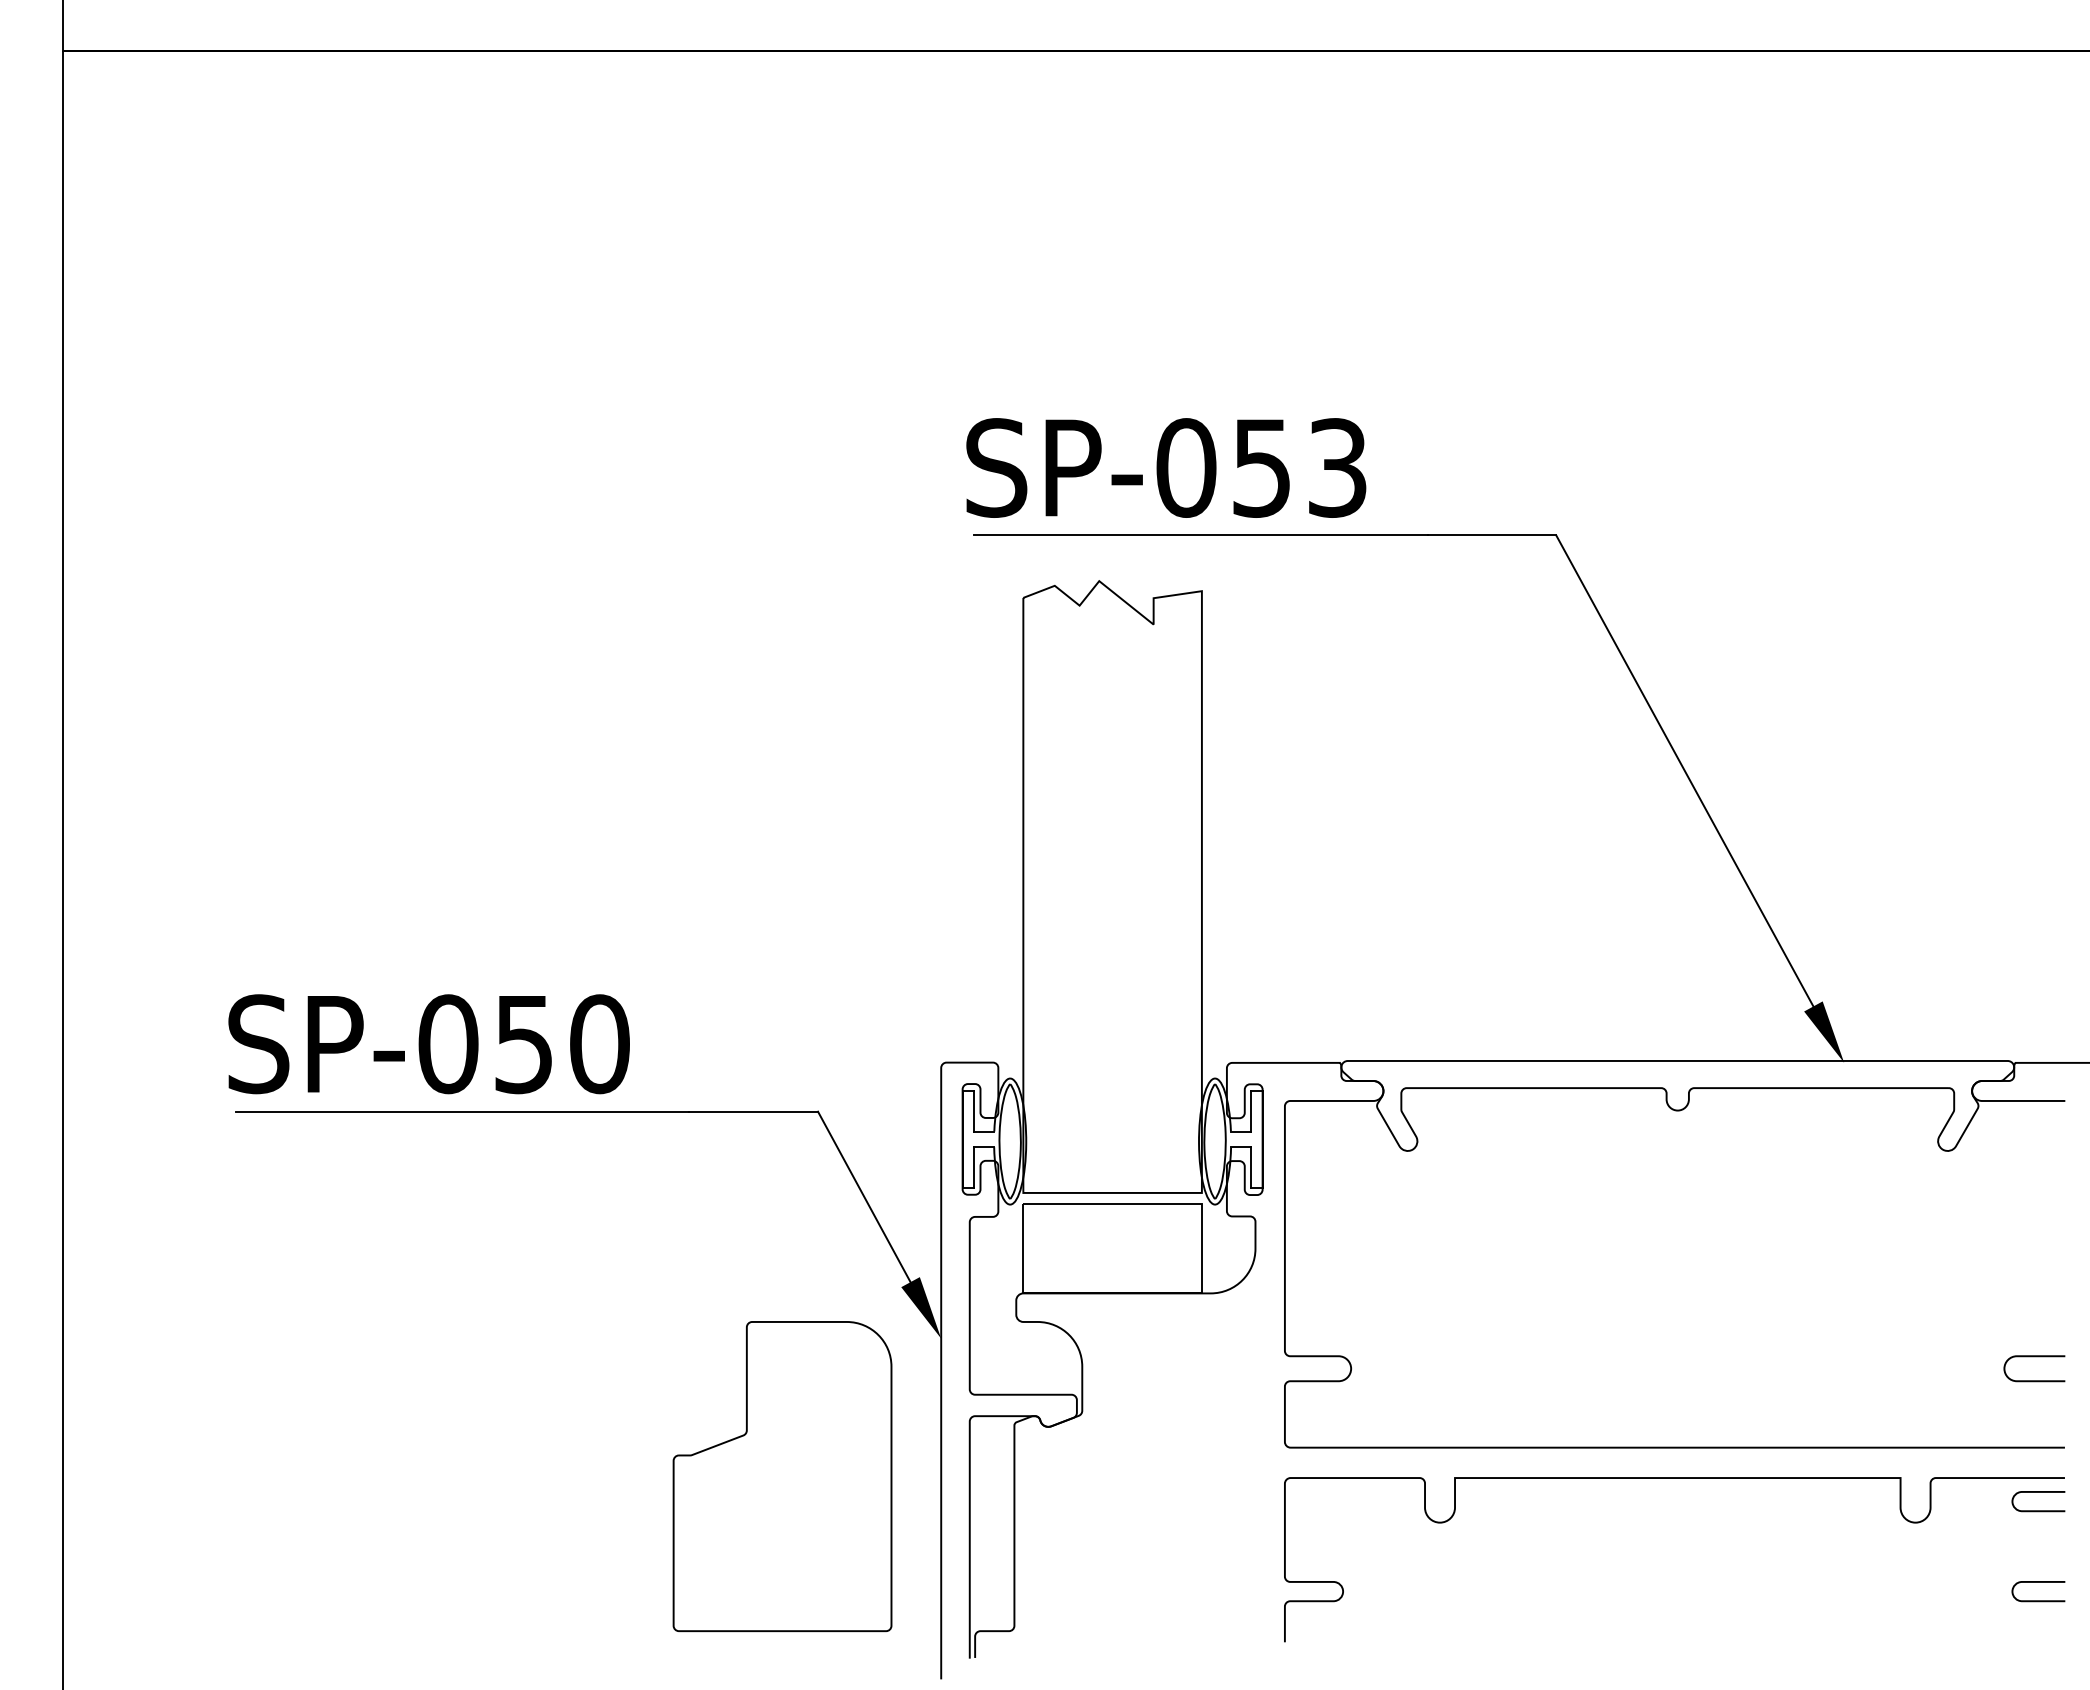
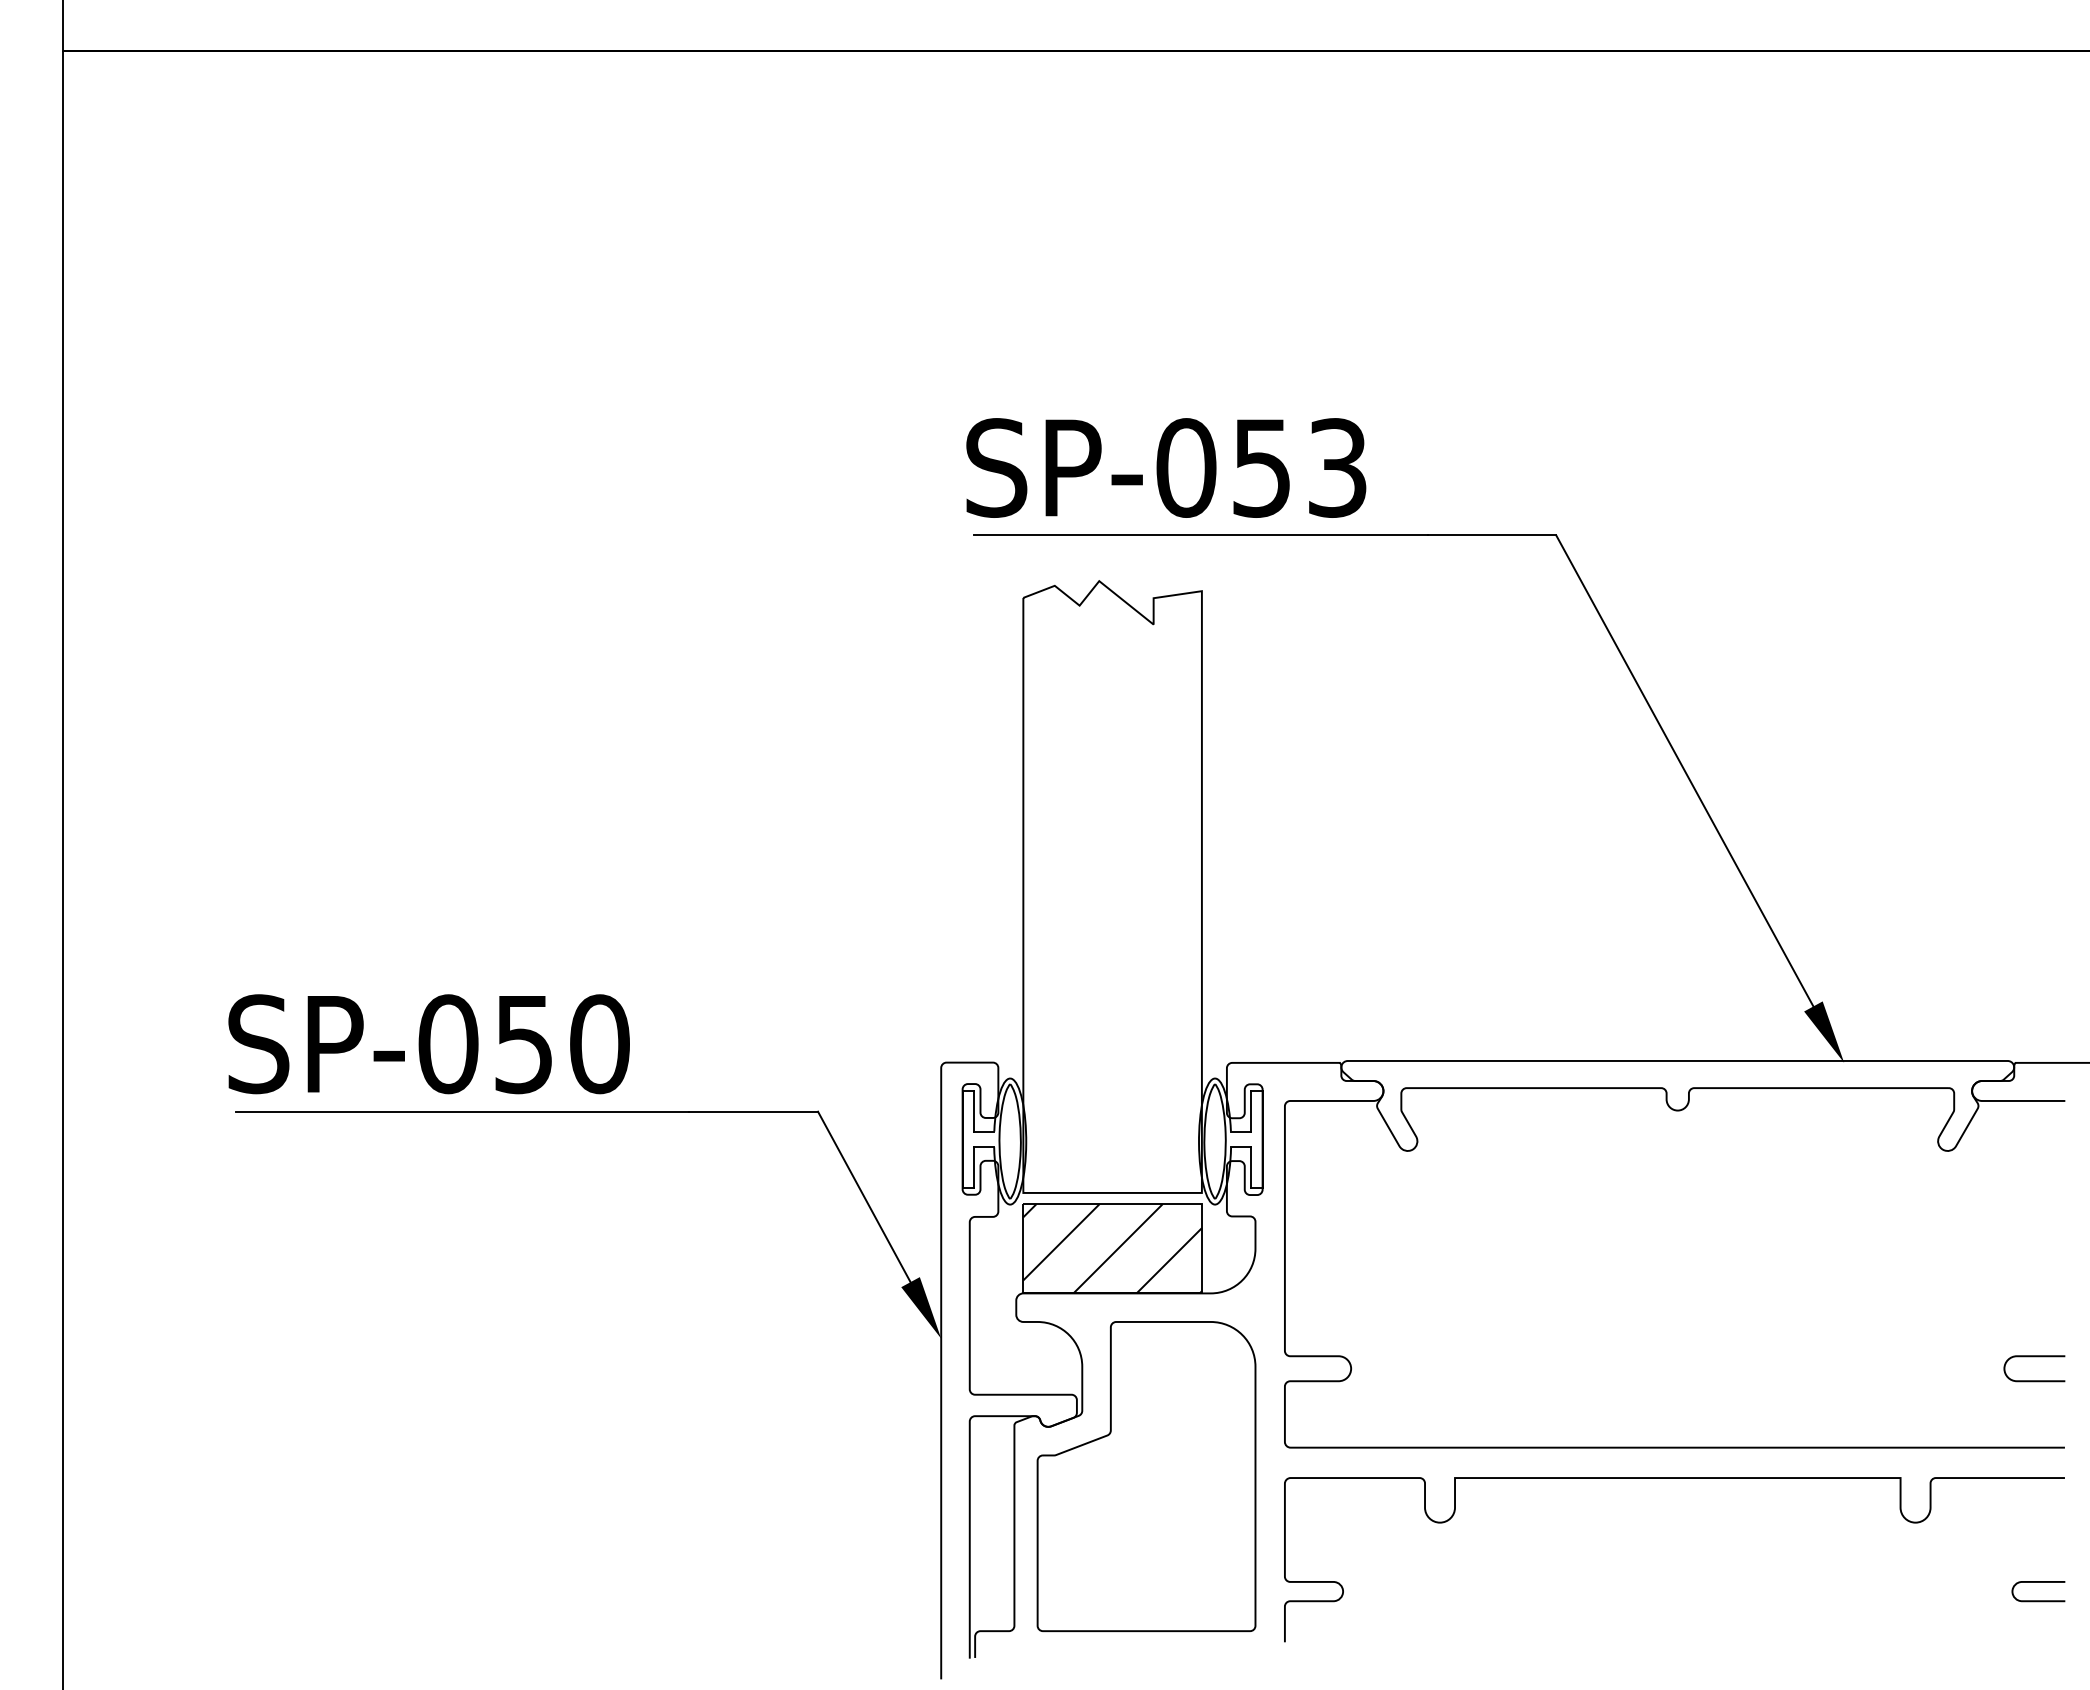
hatch at (1112, 1248): none -> present
part at (782, 1476) position: (782, 1476) -> (1146, 1476)
curve at (2038, 1492): present -> none
